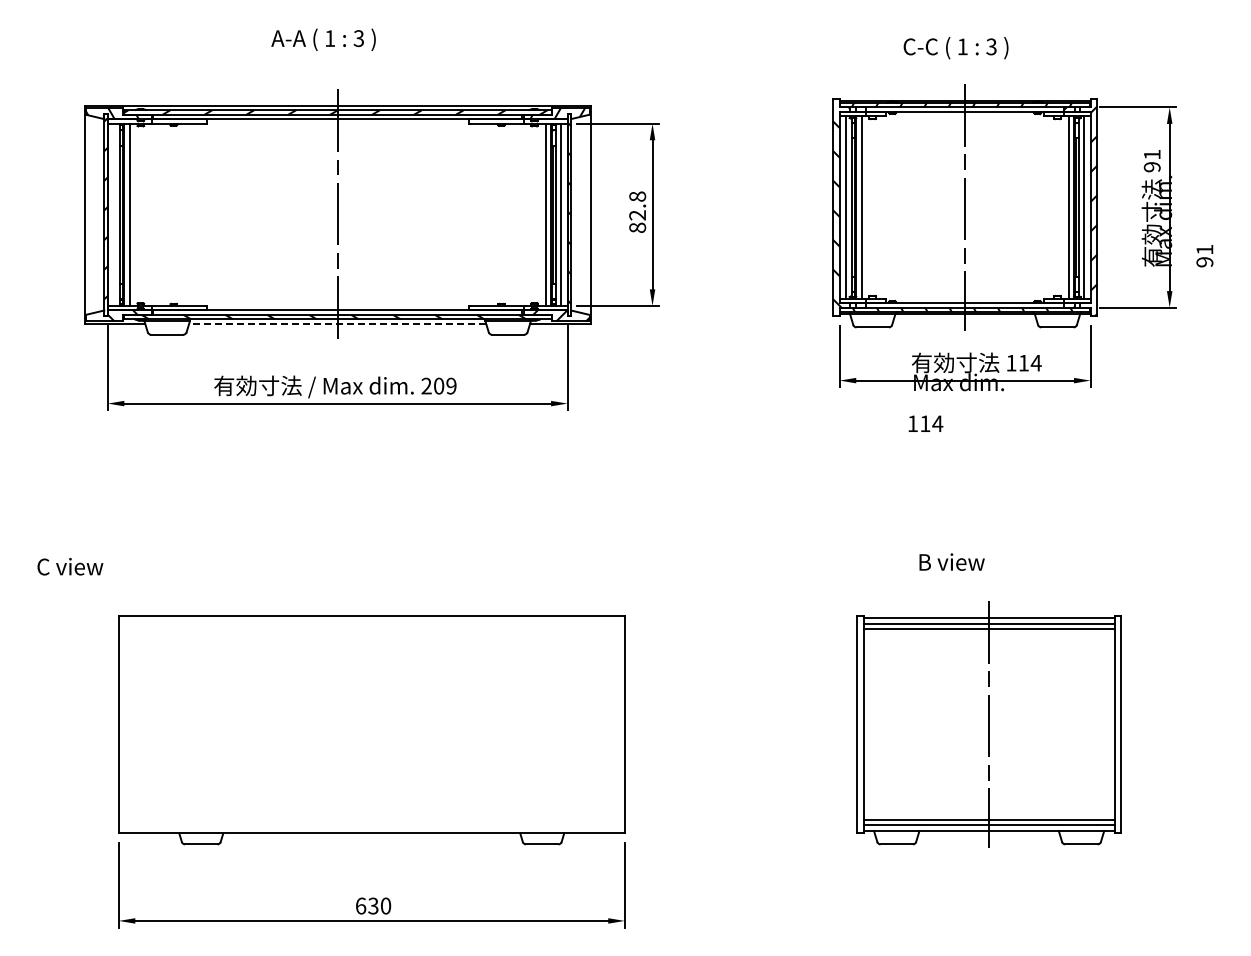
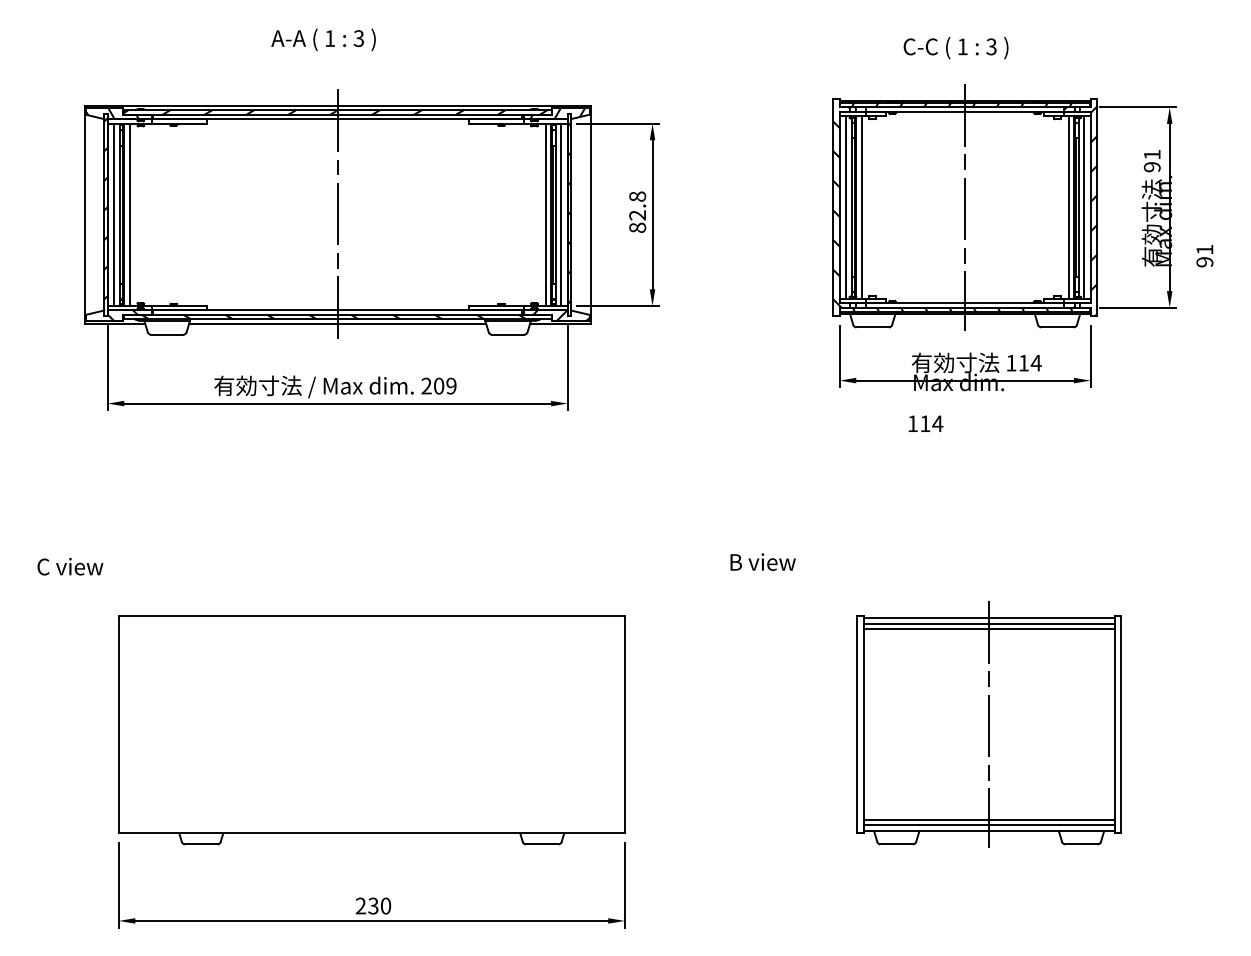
line at (114, 214): none -> present
line at (337, 323): dashed -> solid
text at (951, 561) position: (951, 561) -> (762, 561)
text at (360, 905): 630 -> 230
